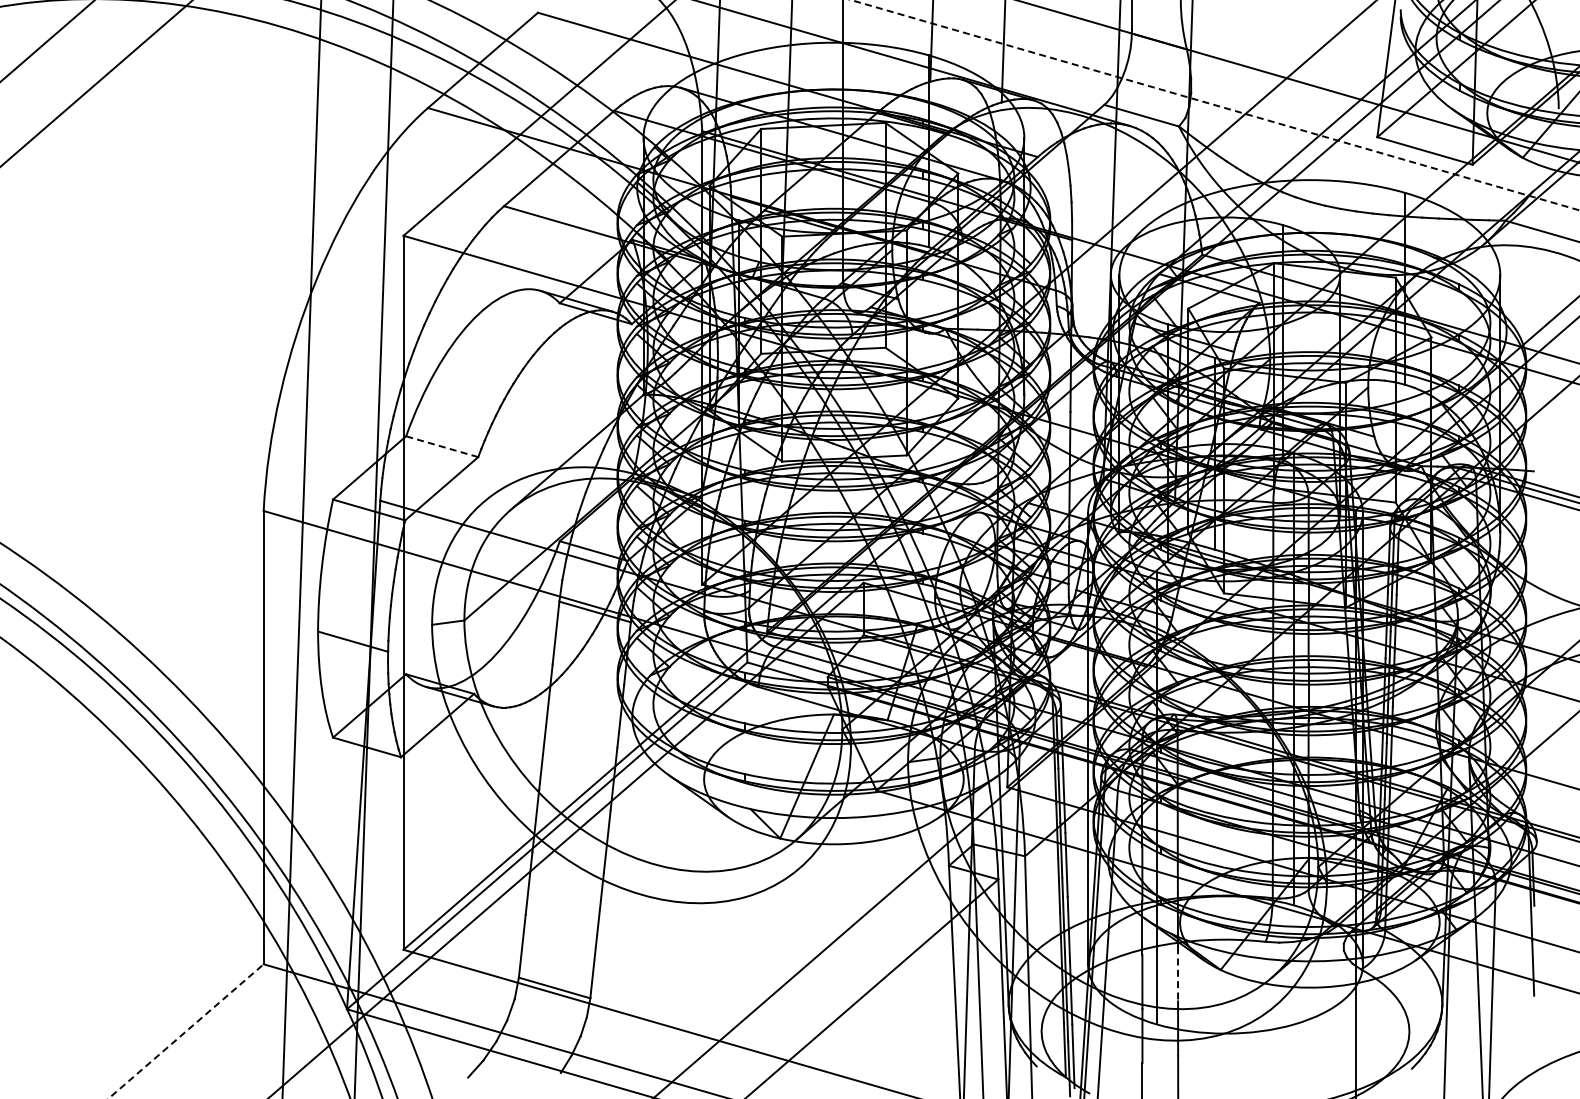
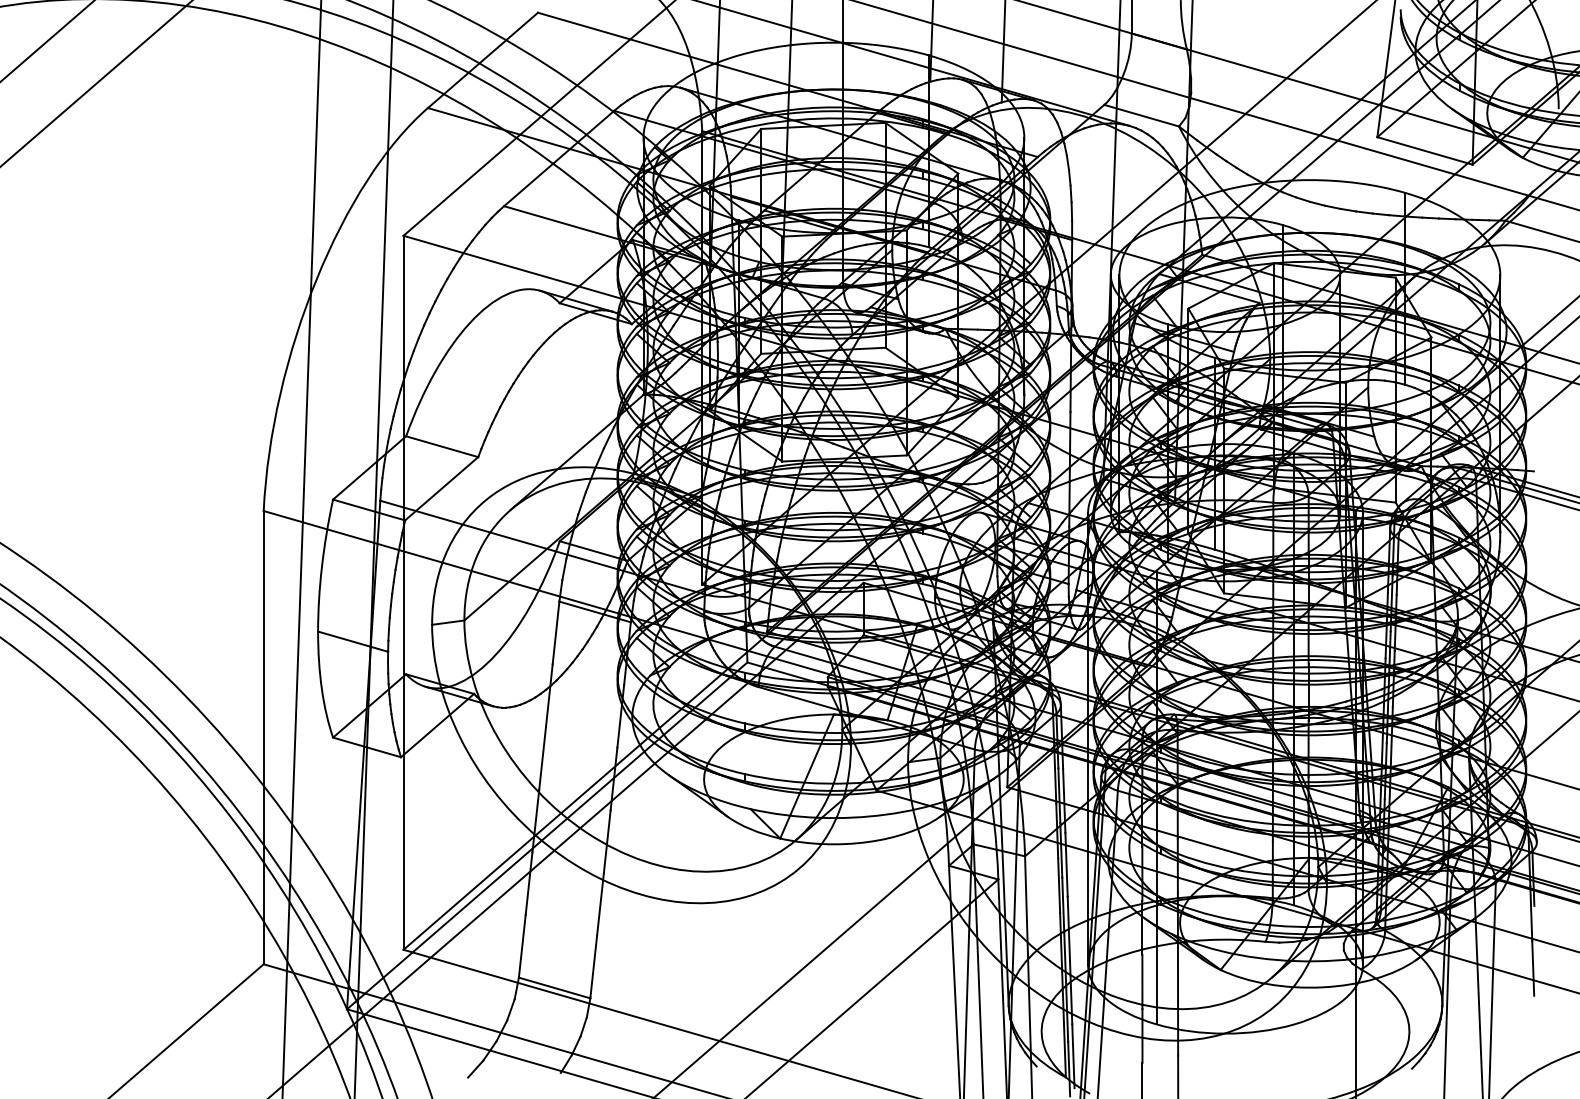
line at (1215, 105): dashed -> solid
line at (442, 446): dashed -> solid
line at (1178, 974): dashed -> solid
line at (186, 1031): dashed -> solid
